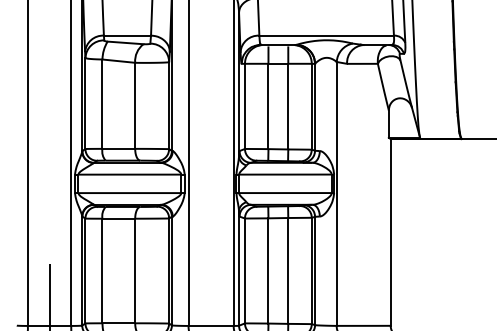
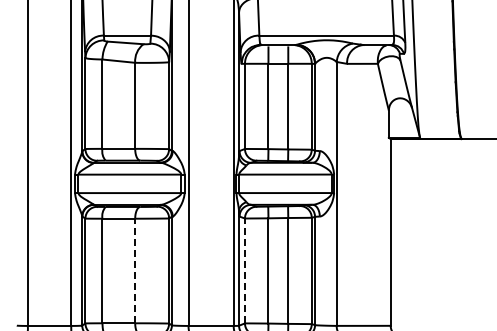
line at (135, 270): solid -> dashed
line at (244, 270): solid -> dashed
line at (49, 295): present -> none
